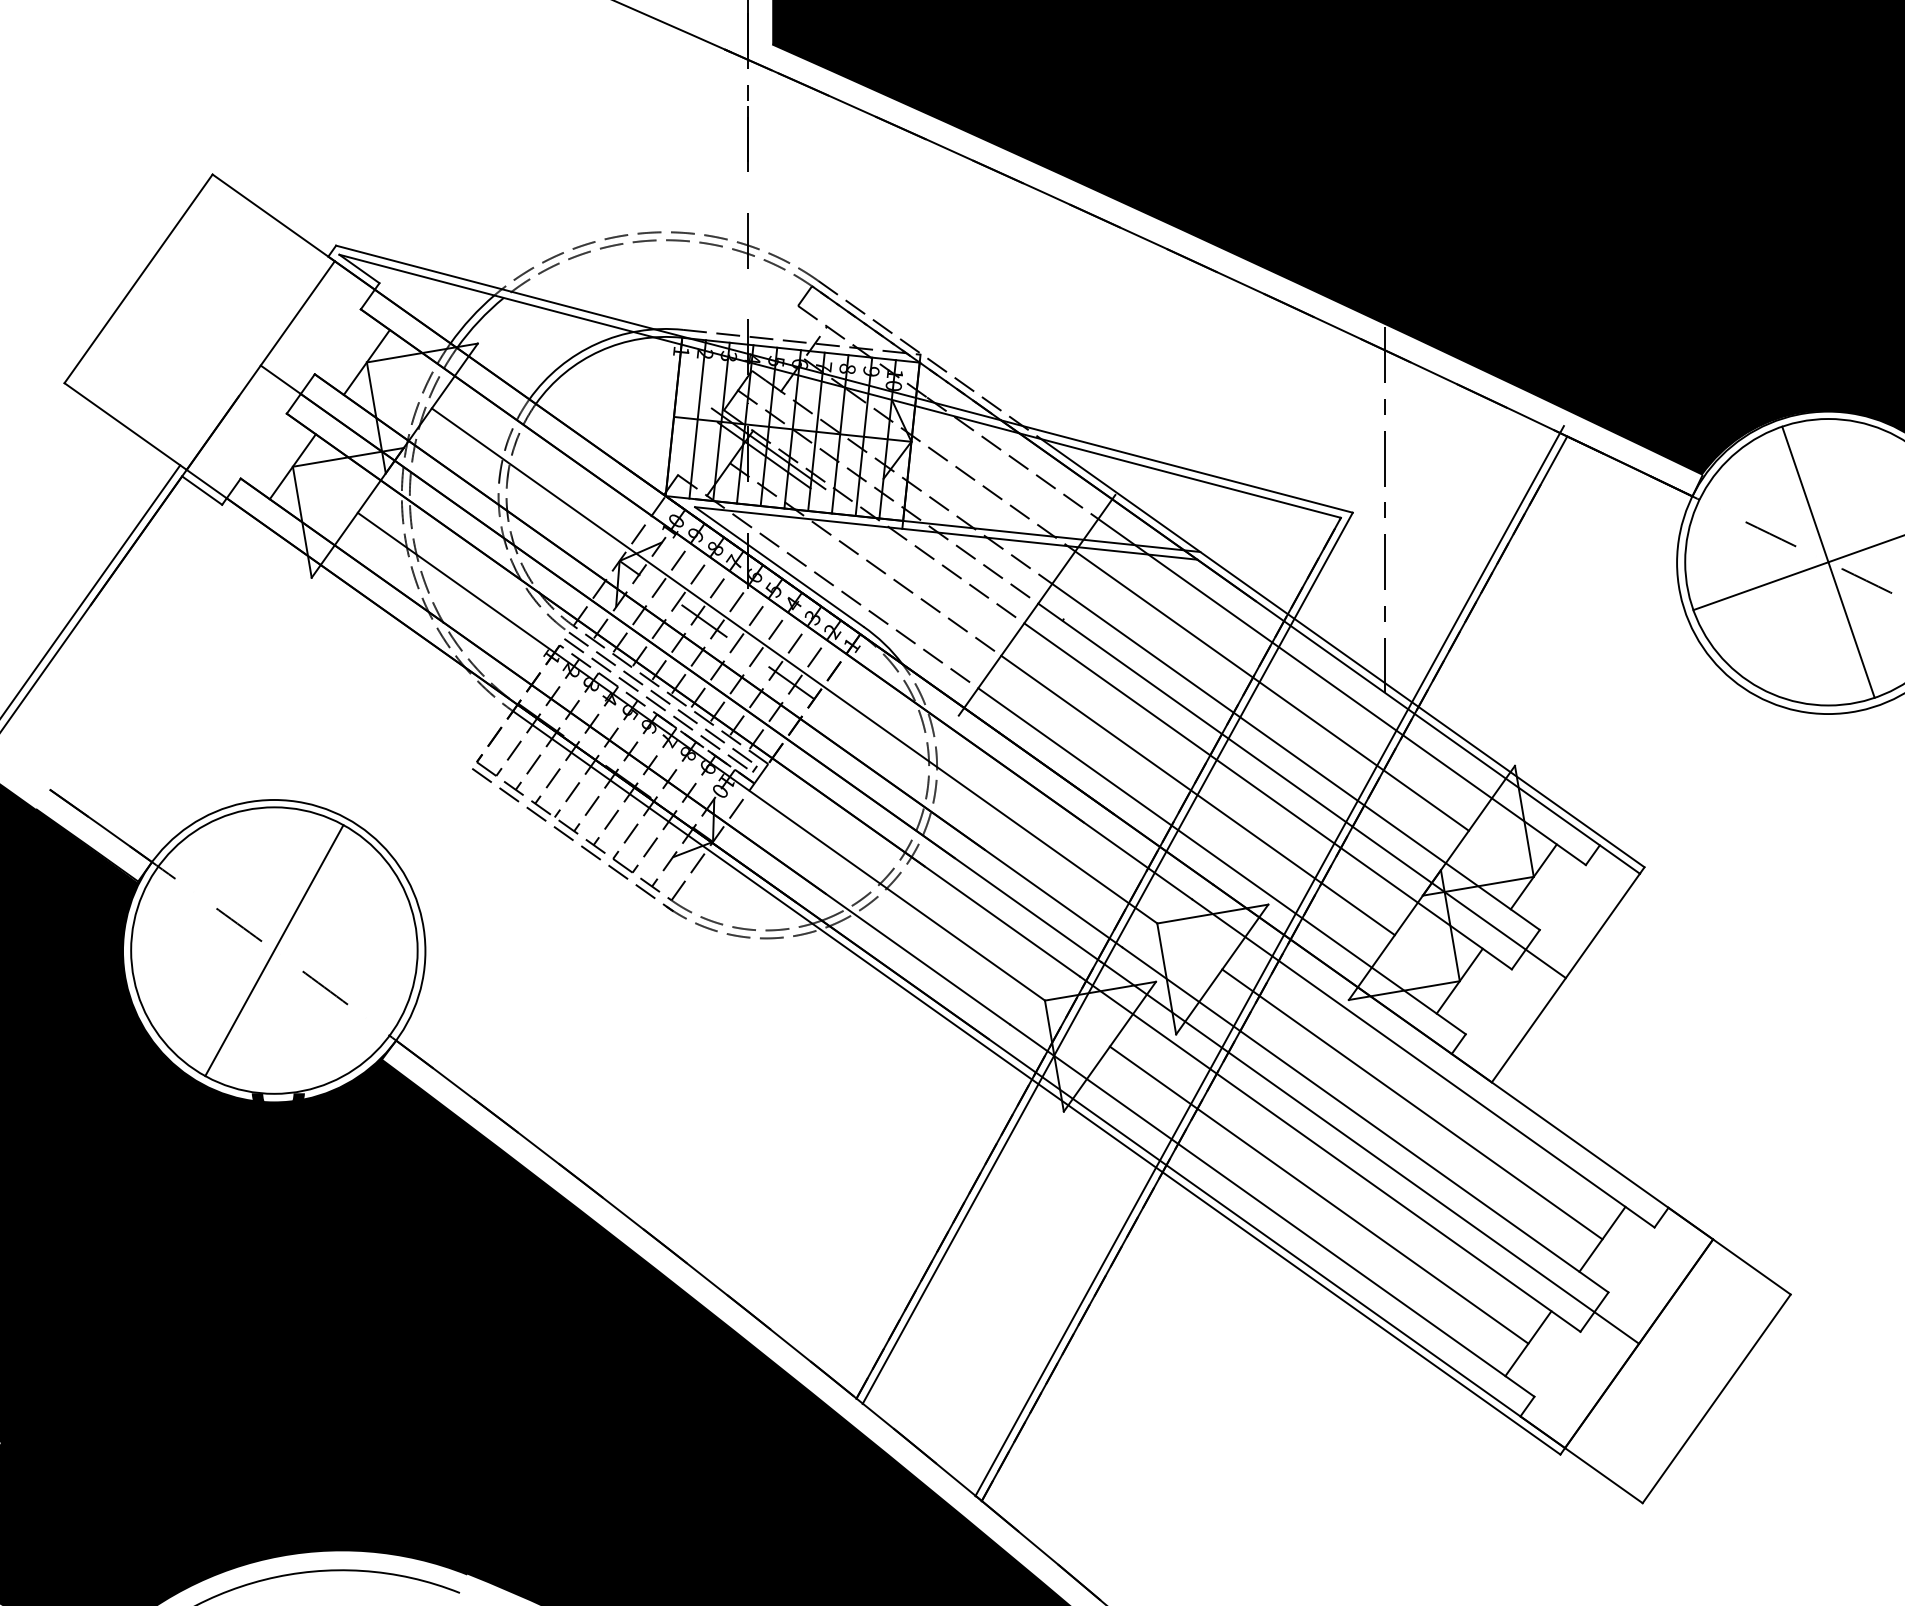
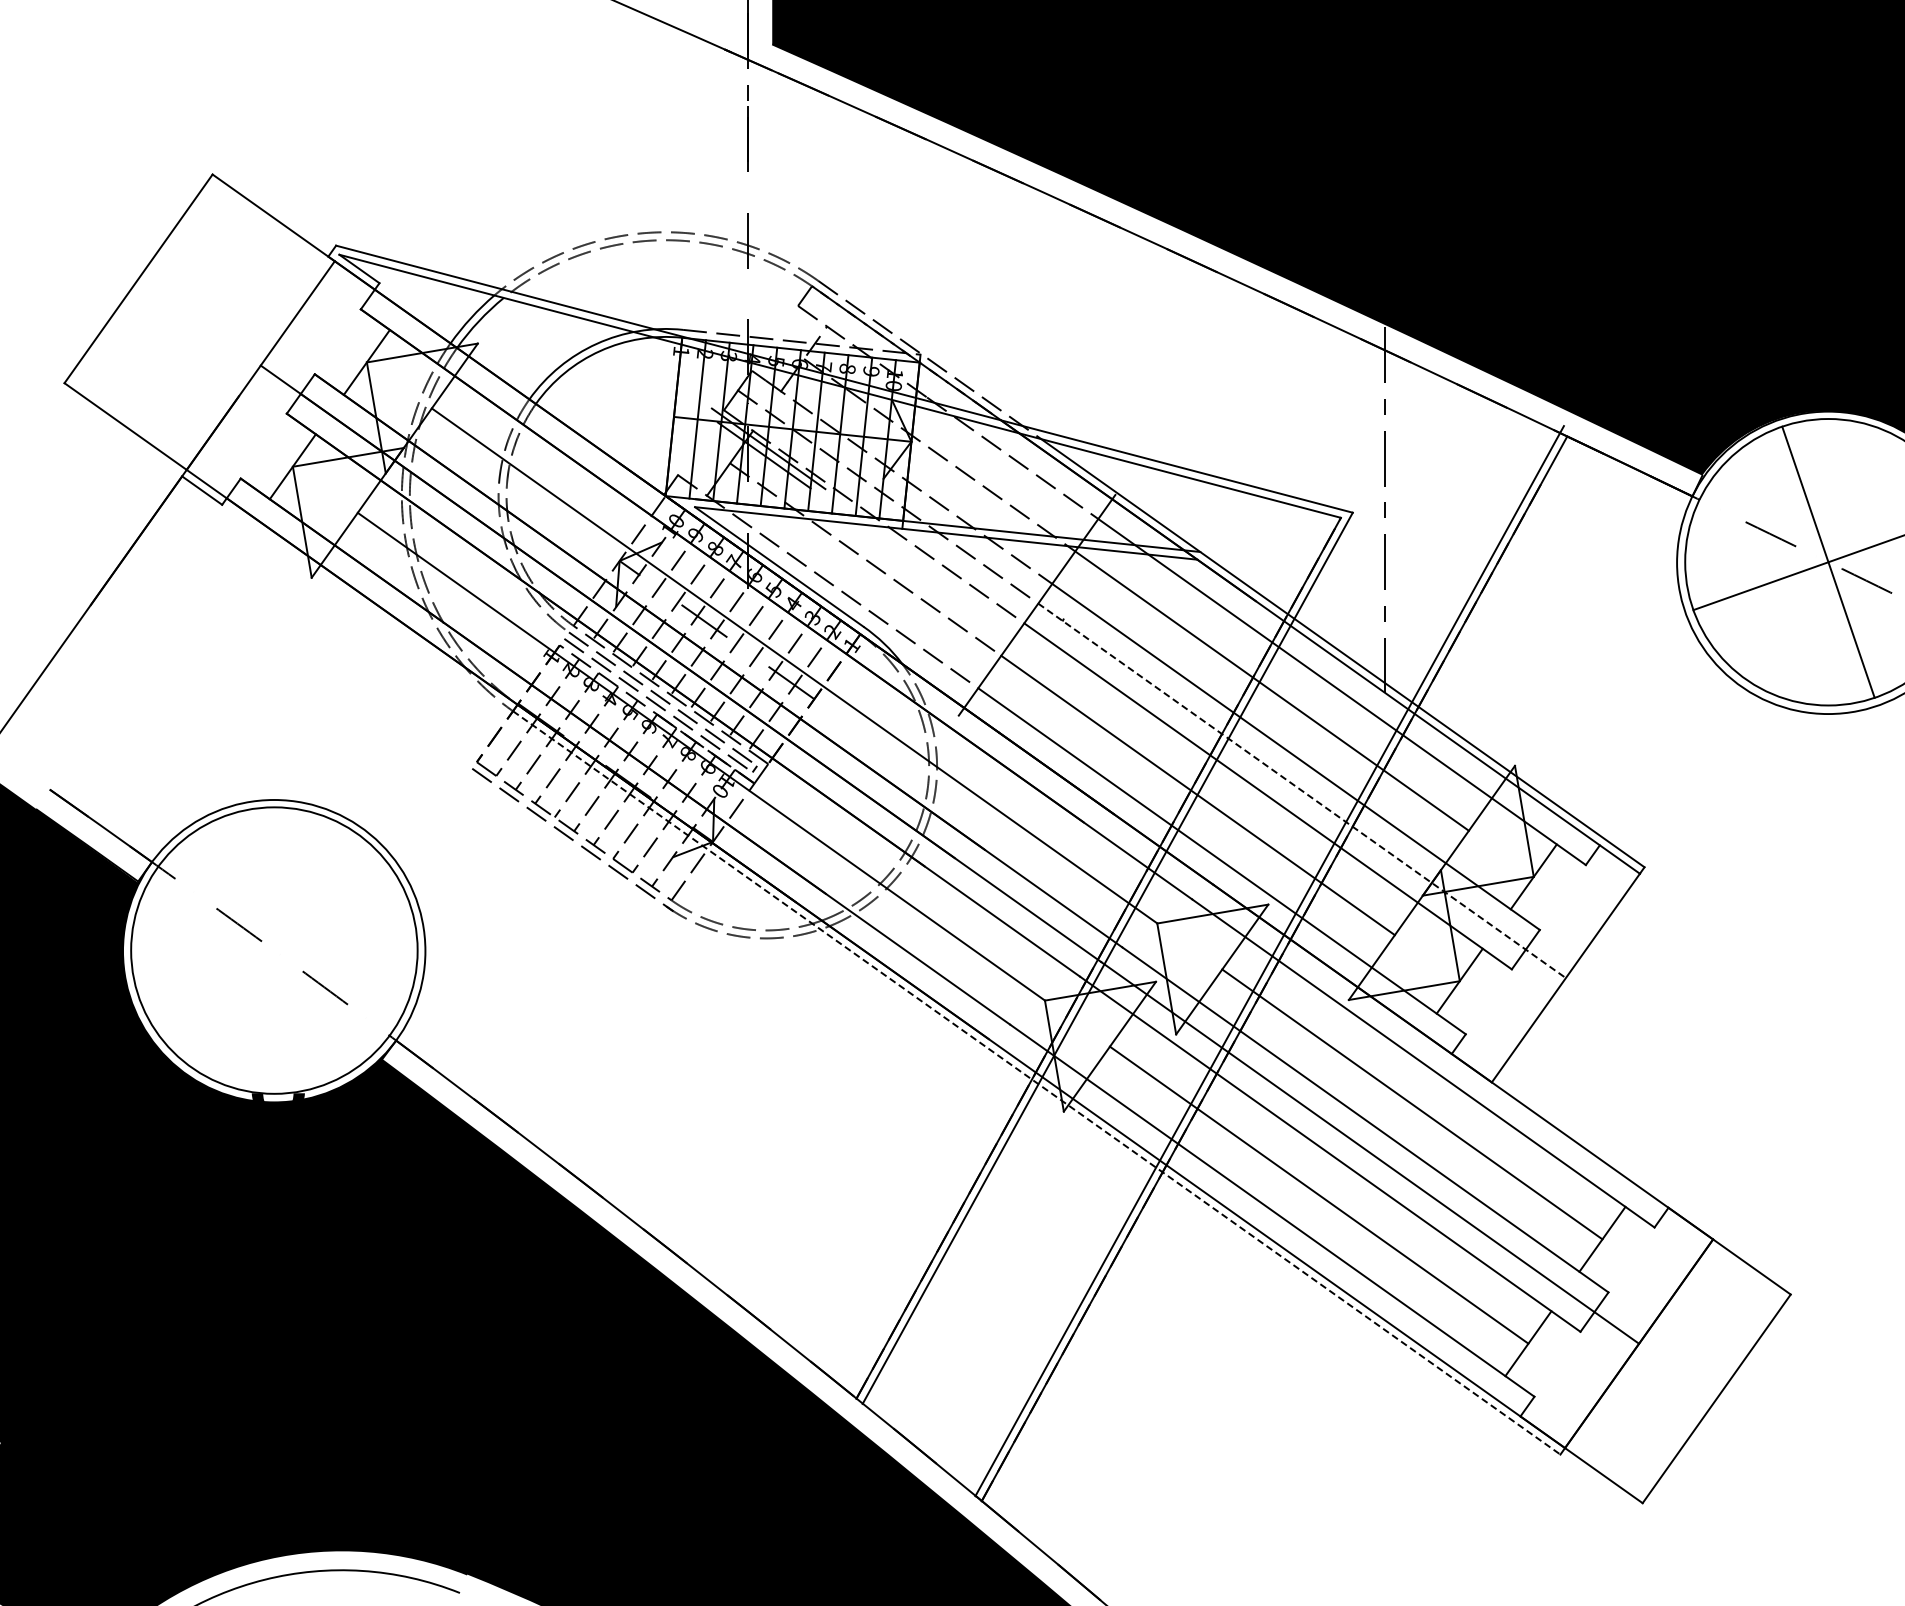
line at (91, 590): present -> none
line at (1302, 791): solid -> dashed
line at (274, 950): present -> none
line at (1037, 1083): solid -> dashed
